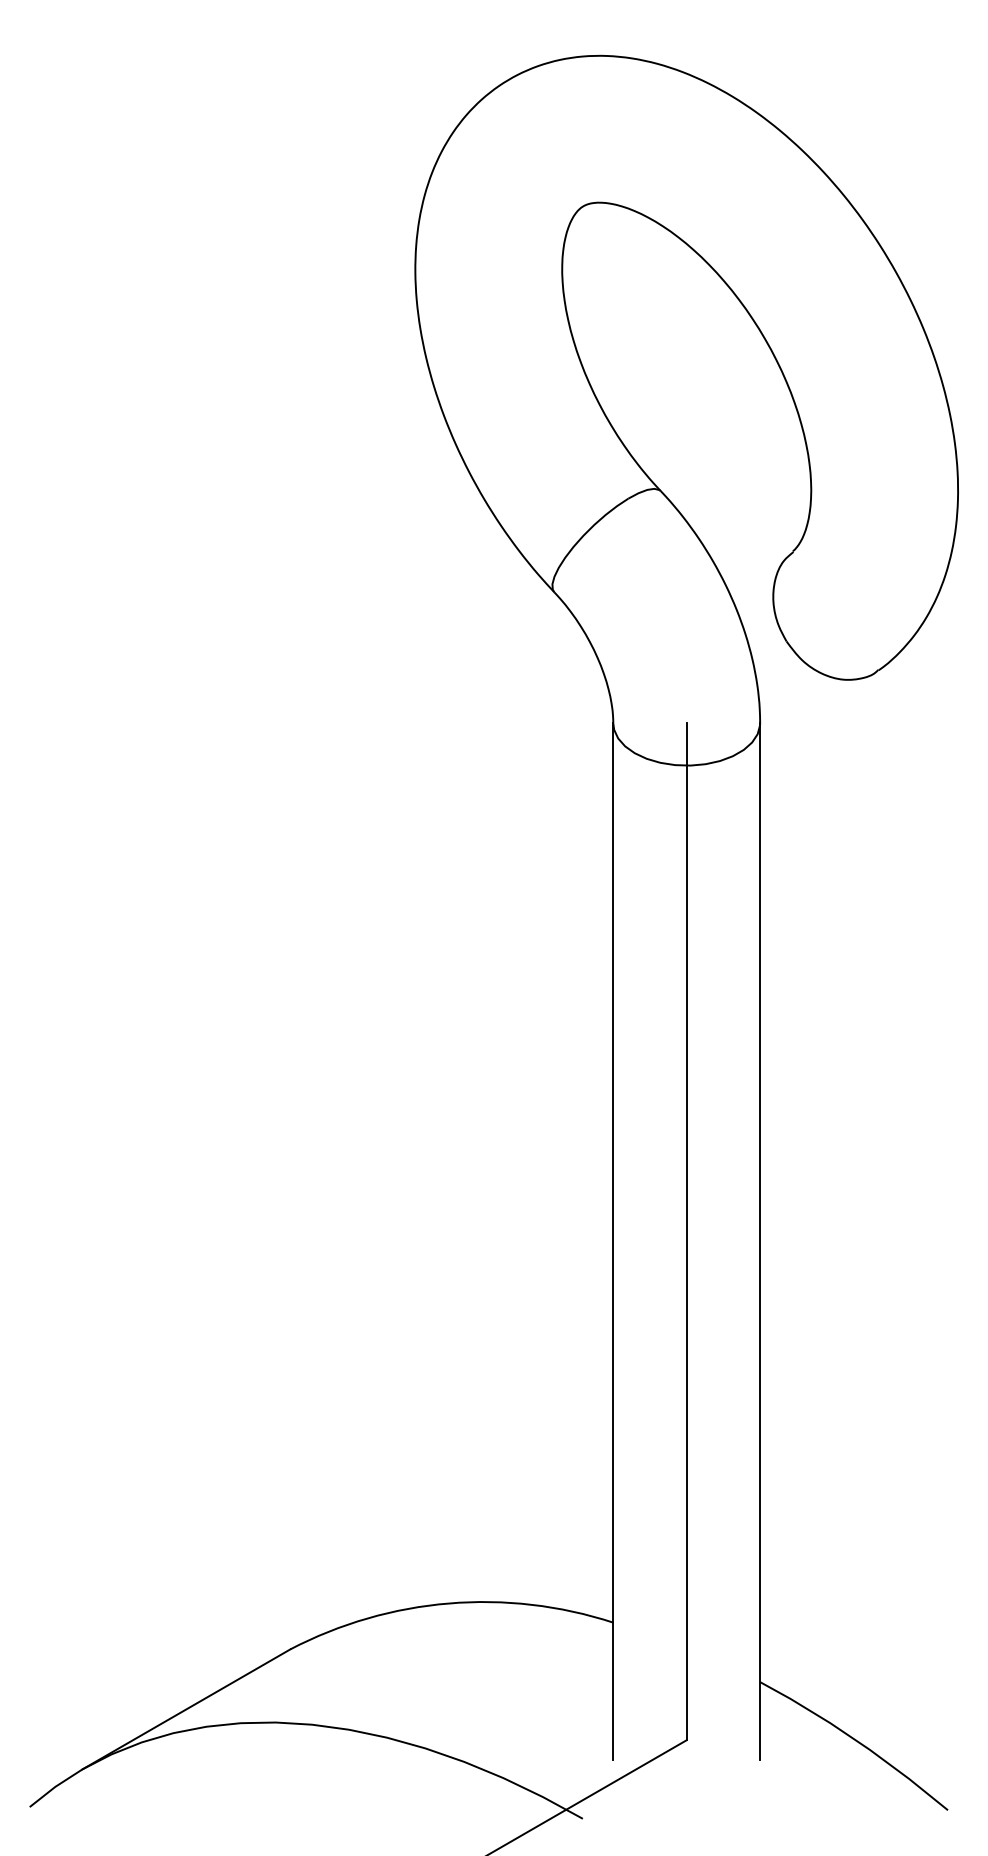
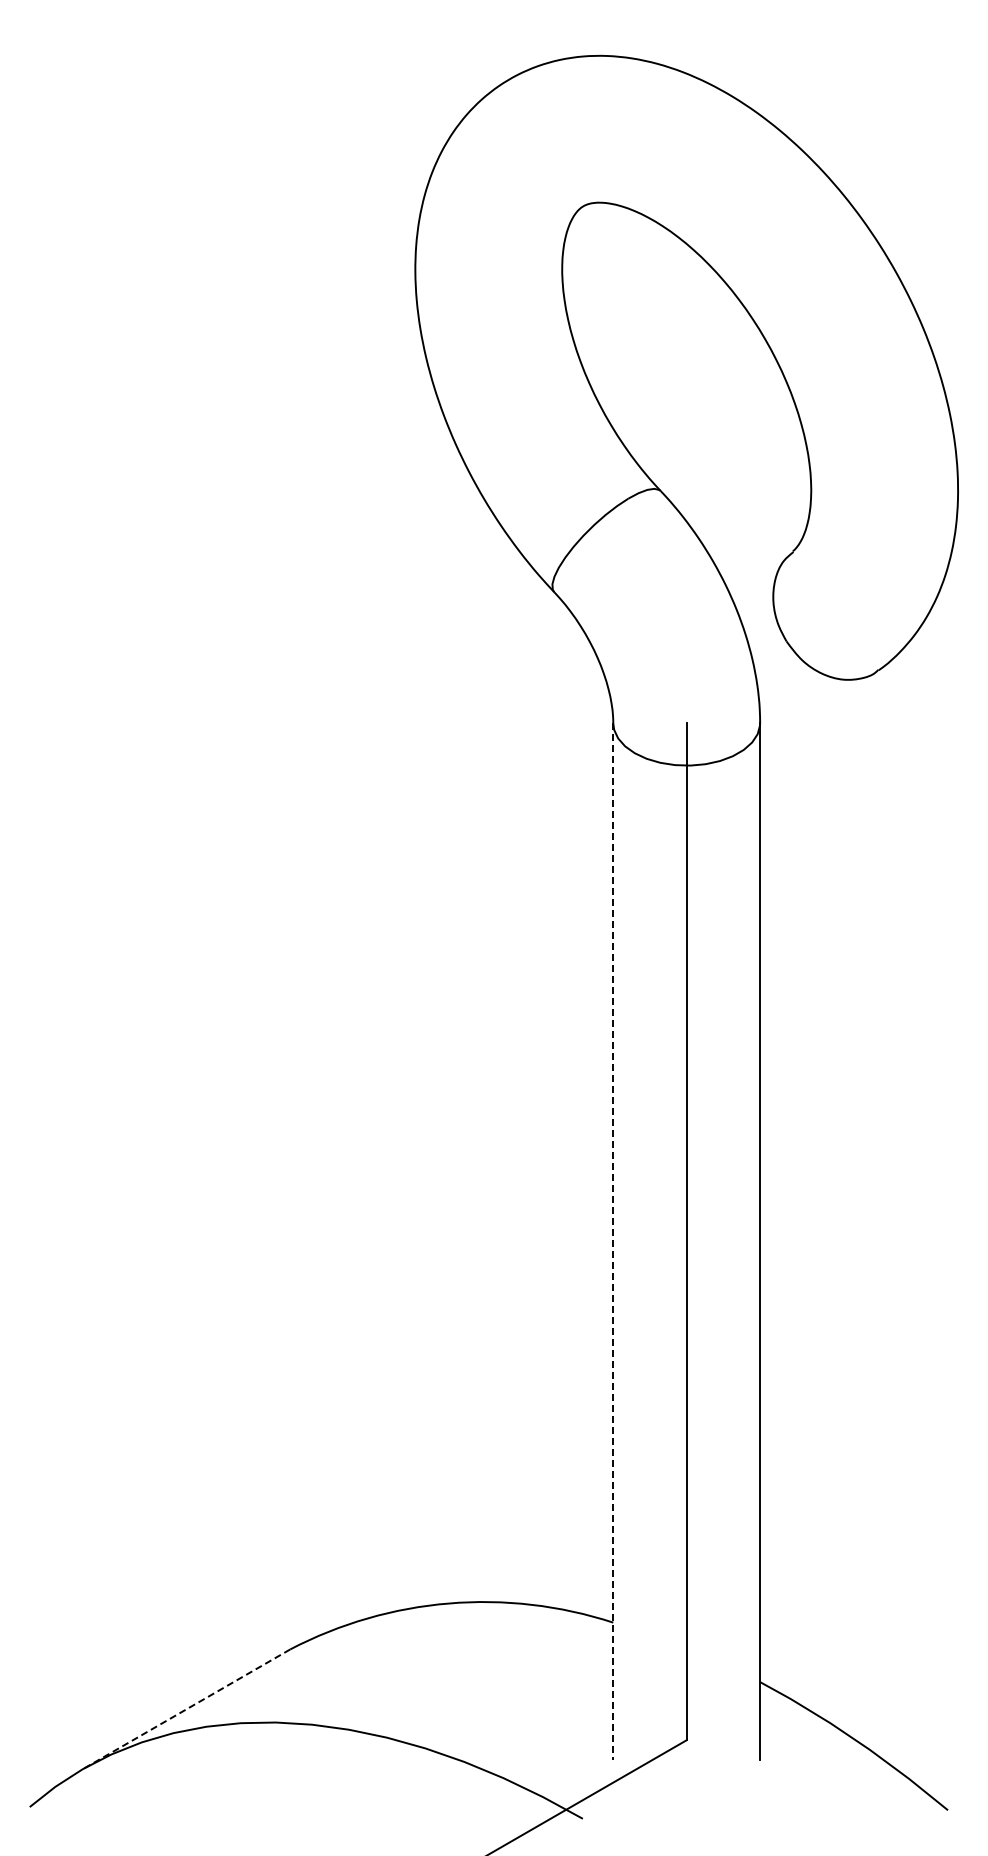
line at (613, 1242): solid -> dashed
line at (186, 1709): solid -> dashed
